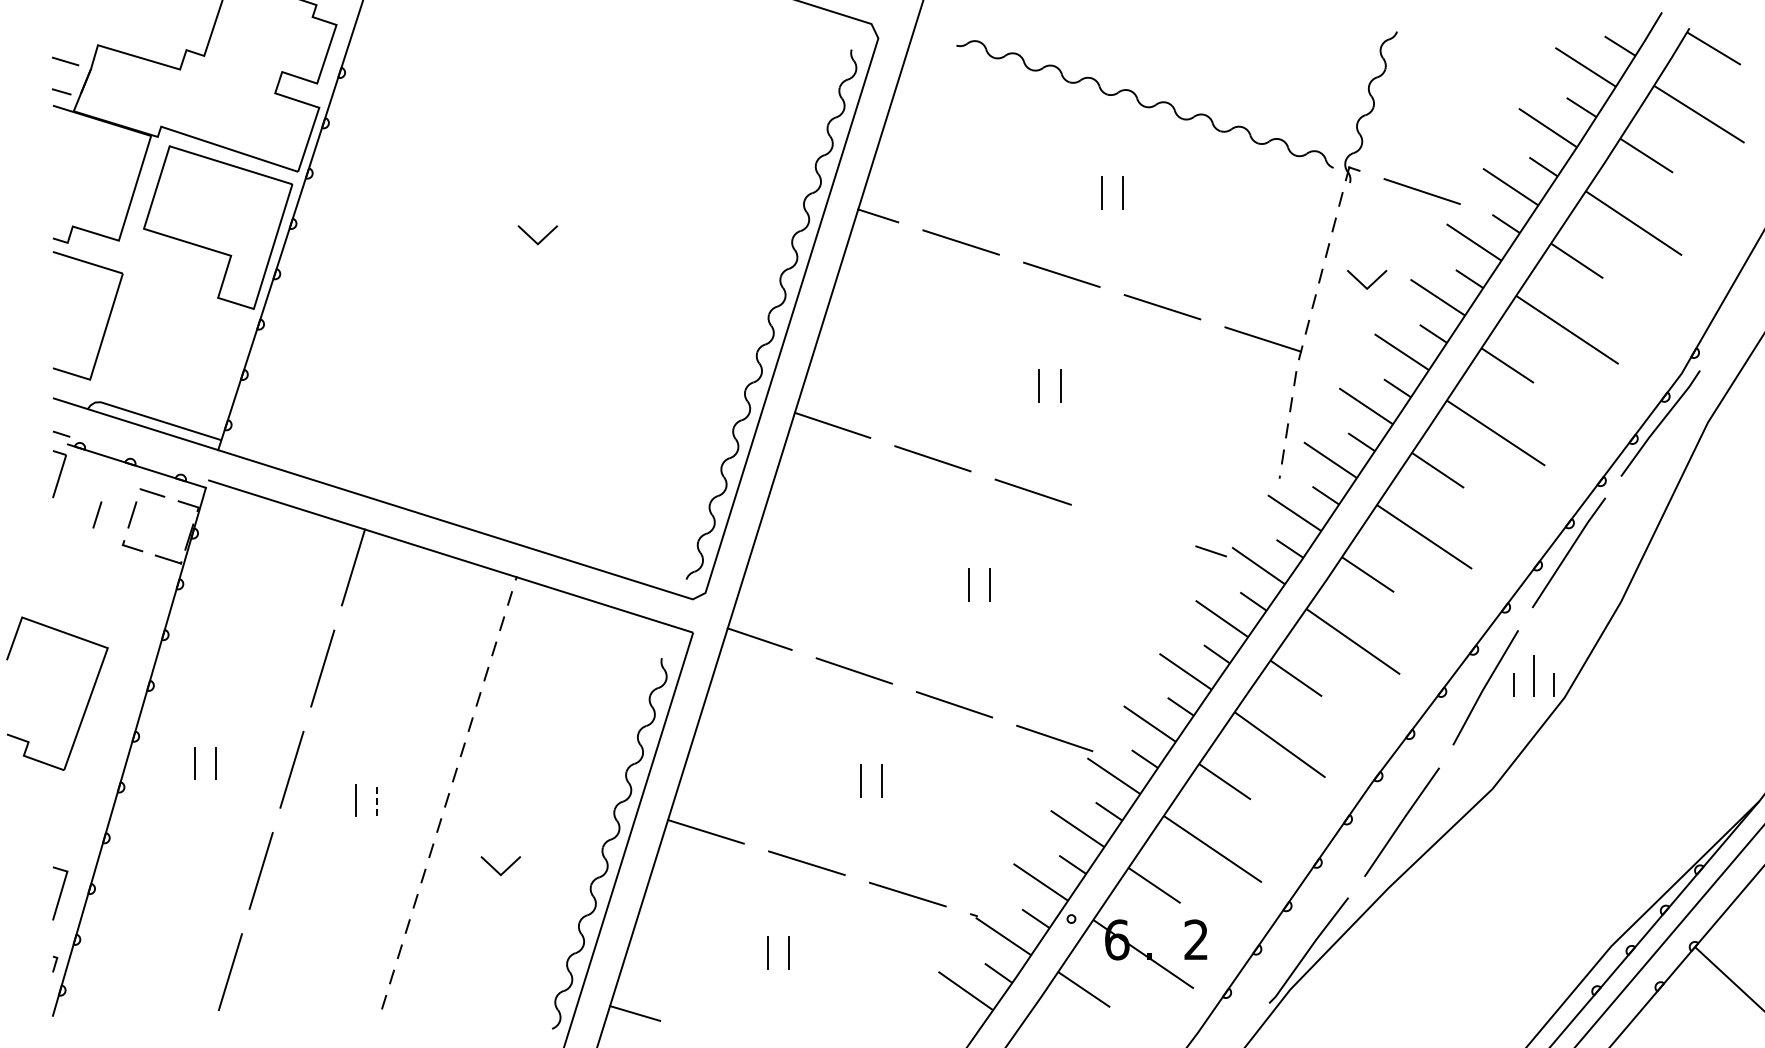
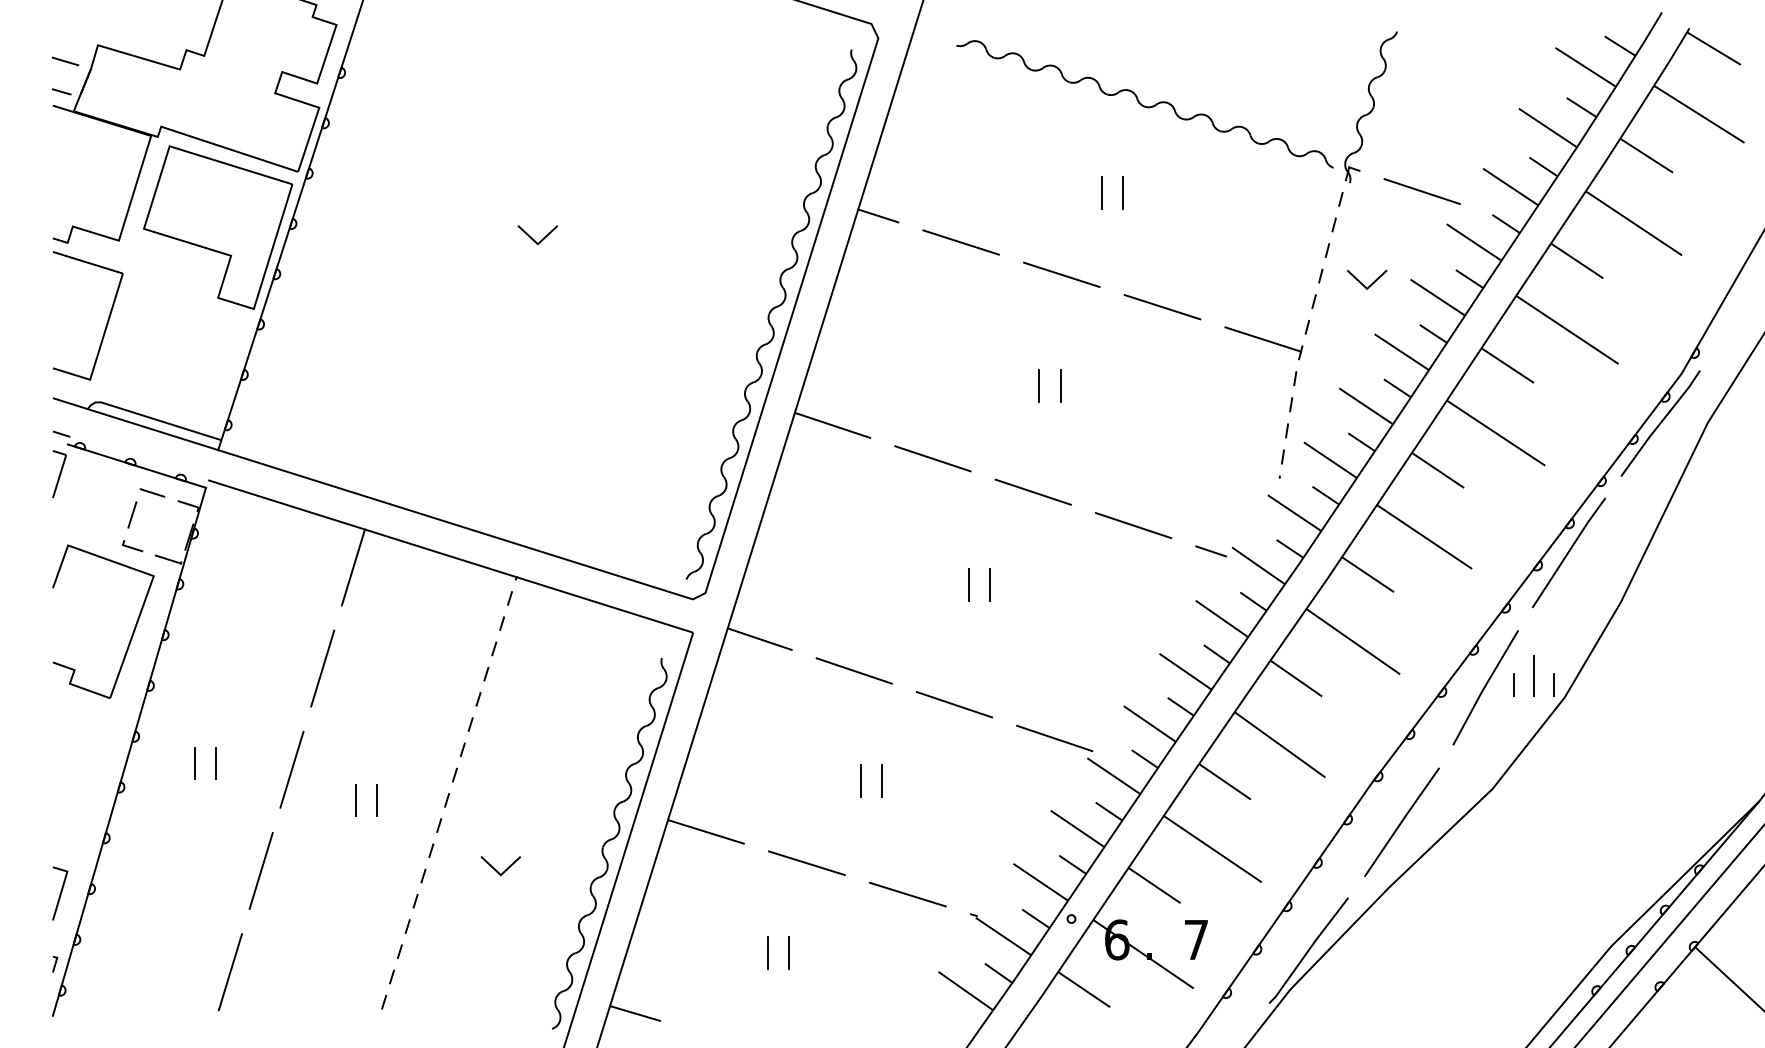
line at (97, 514): present -> none
line at (1133, 525): none -> present
part at (86, 704) position: (86, 704) -> (132, 632)
line at (376, 800): dashed -> solid
text at (1195, 939): 2 -> 7
